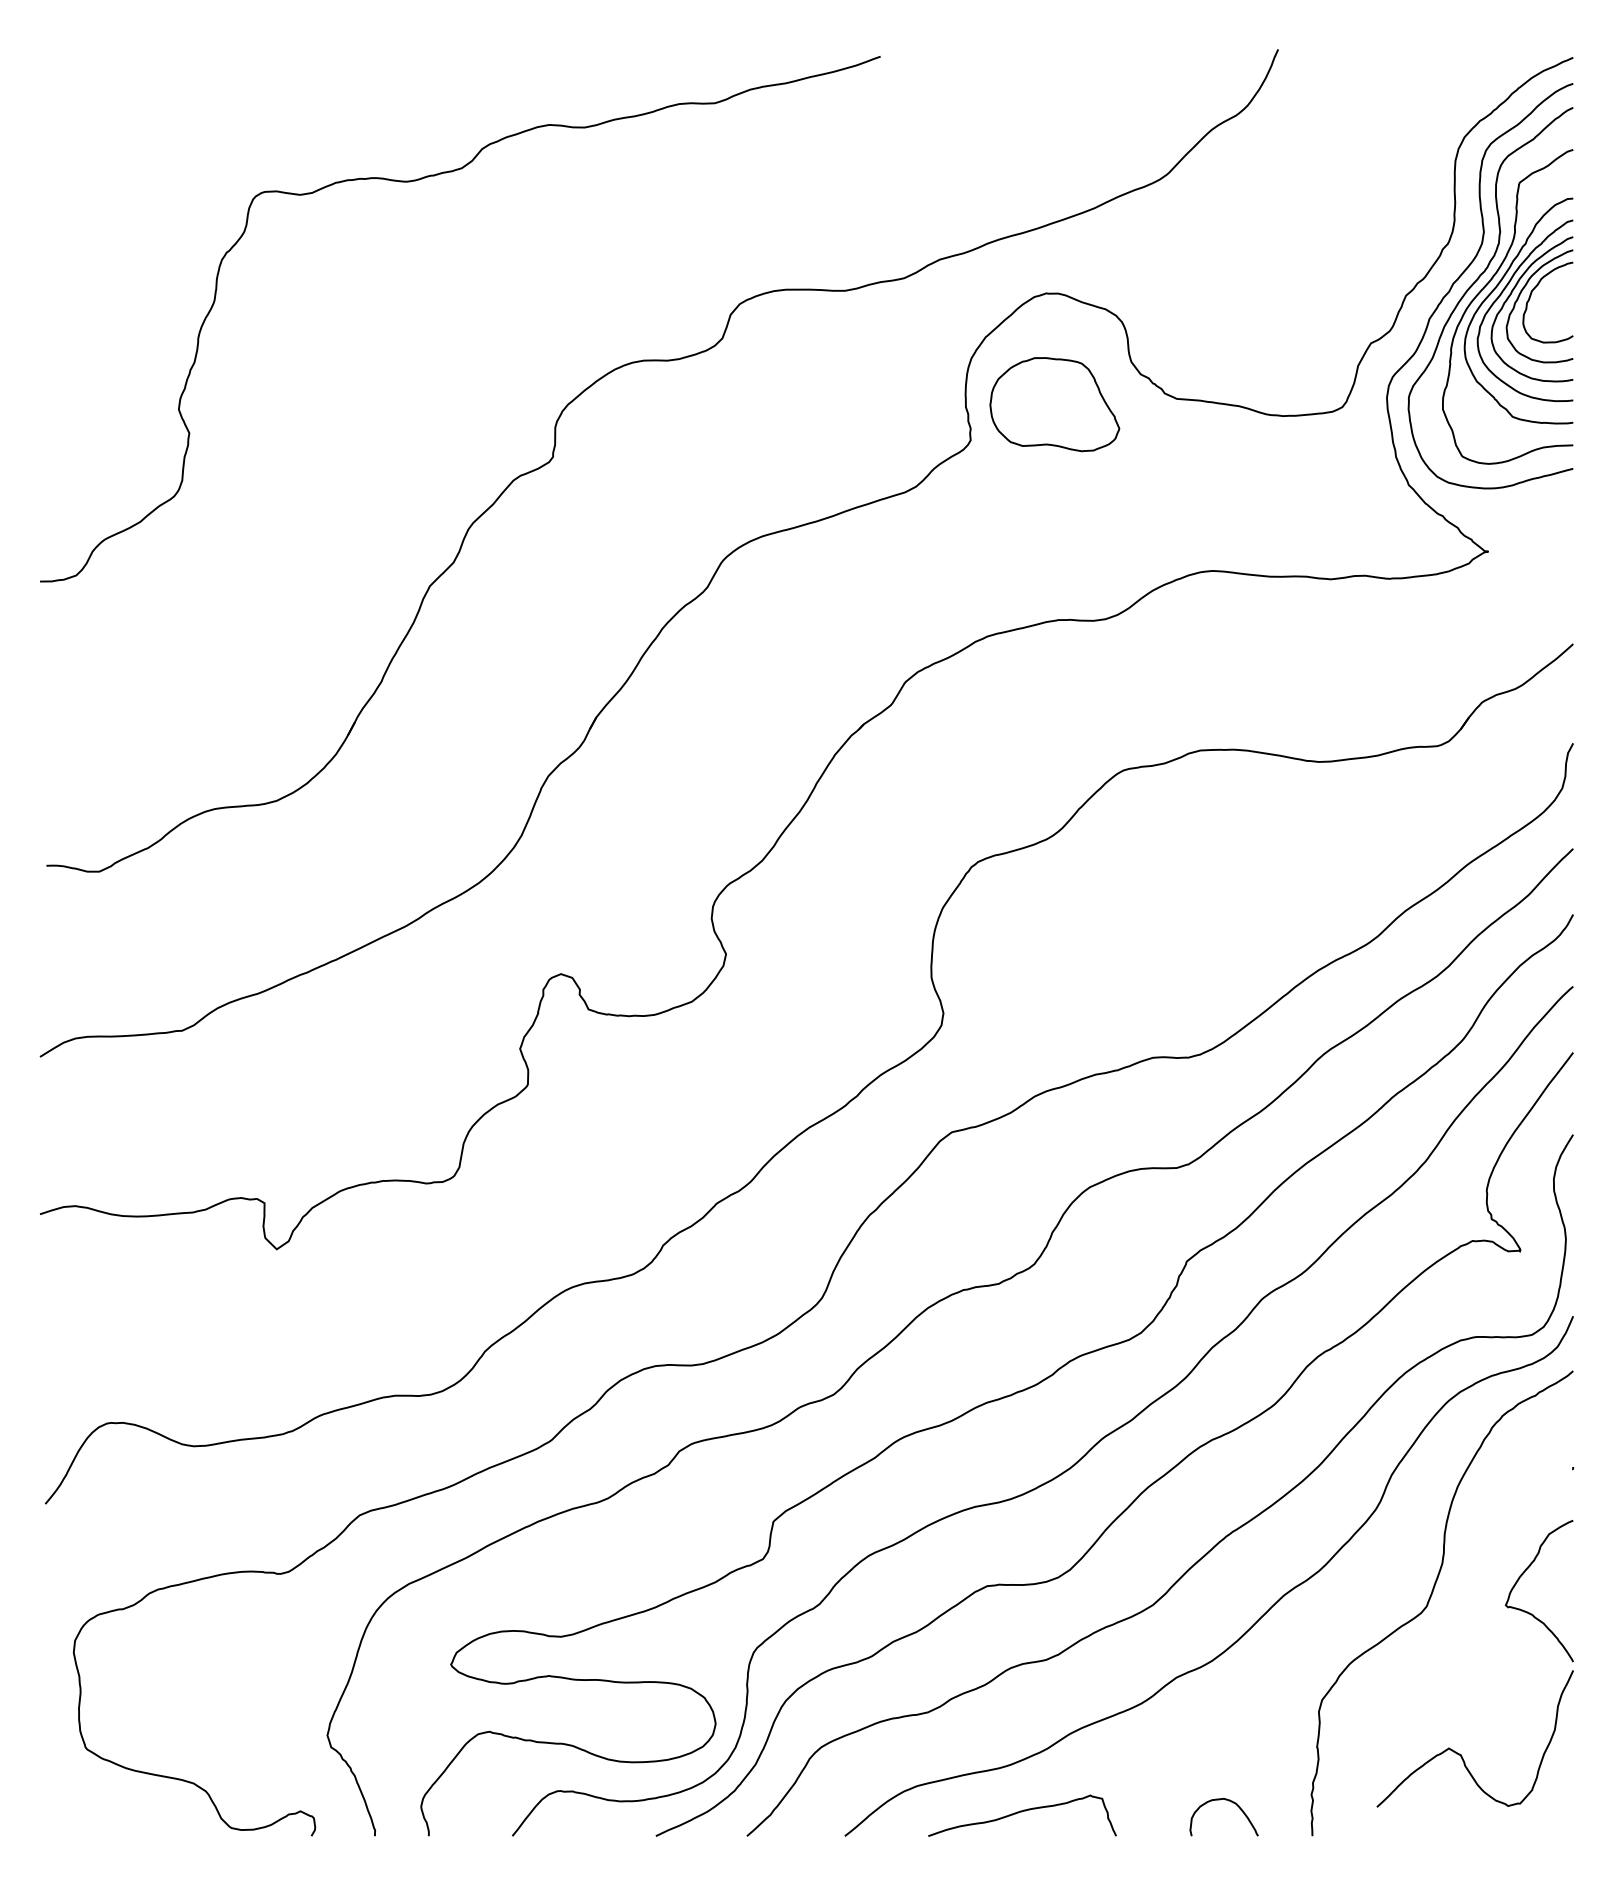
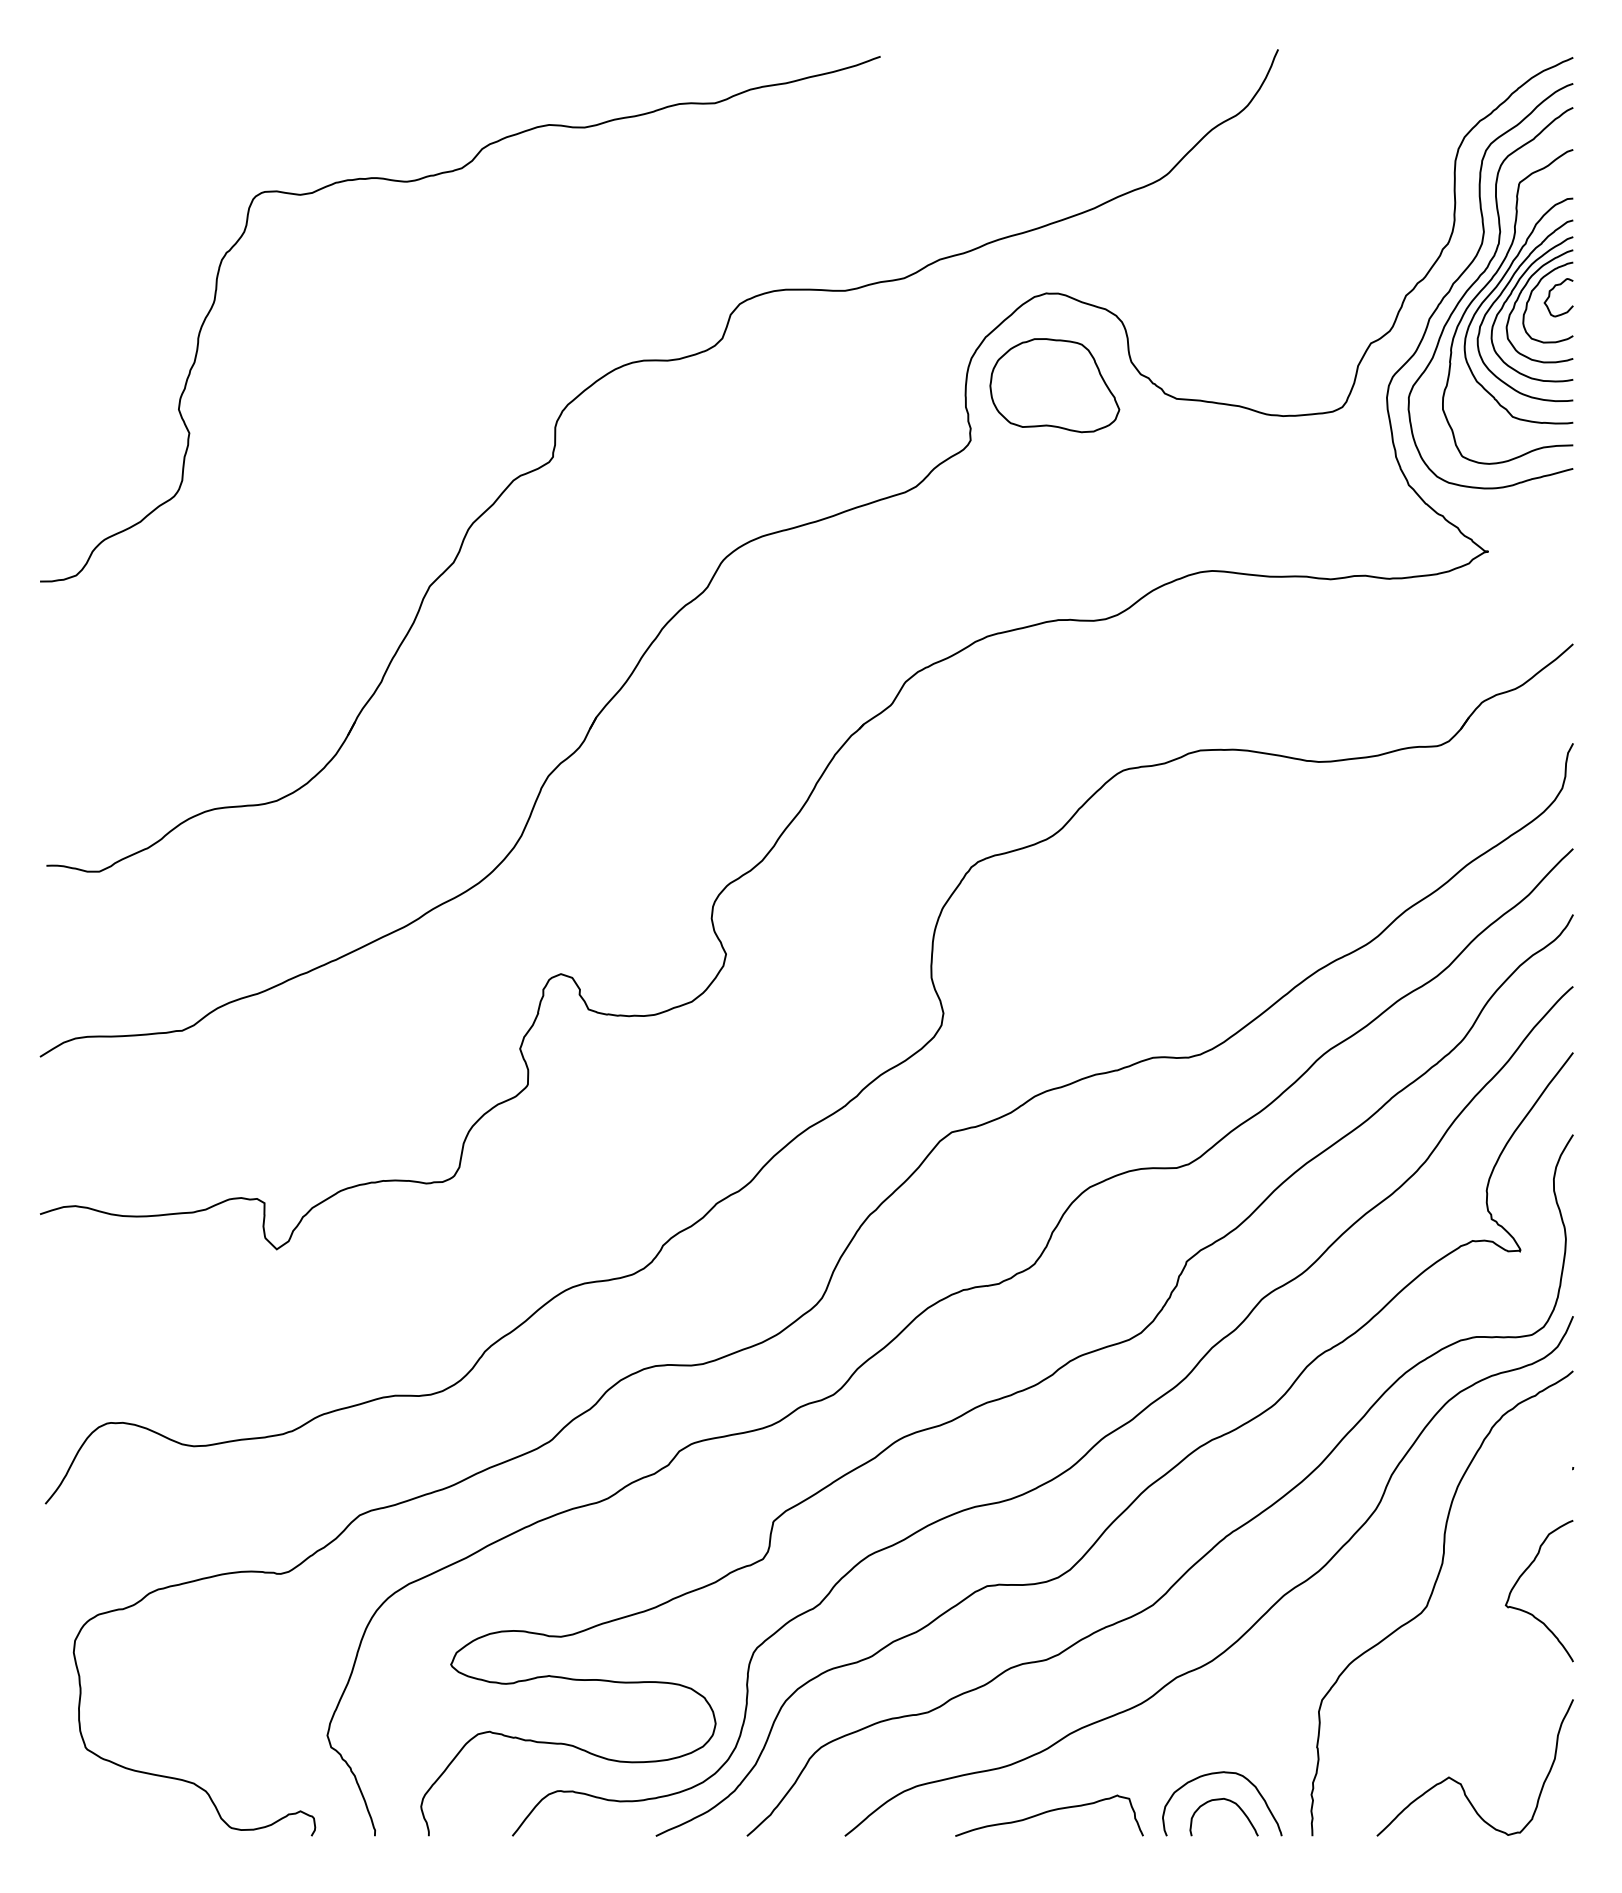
curve at (1550, 295): none -> present
part at (1054, 404) position: (1054, 404) -> (1054, 385)
curve at (1461, 1754) position: (1461, 1754) -> (1461, 1783)
curve at (1222, 1773): none -> present
curve at (1022, 1812) position: (1022, 1812) -> (1049, 1812)
